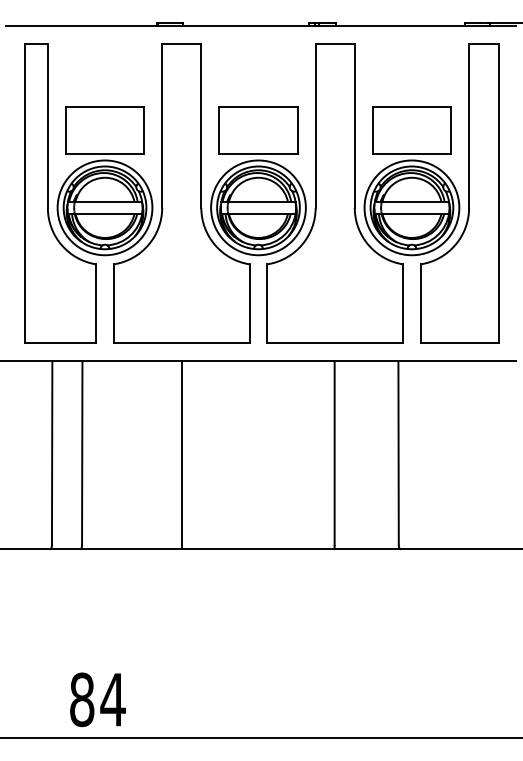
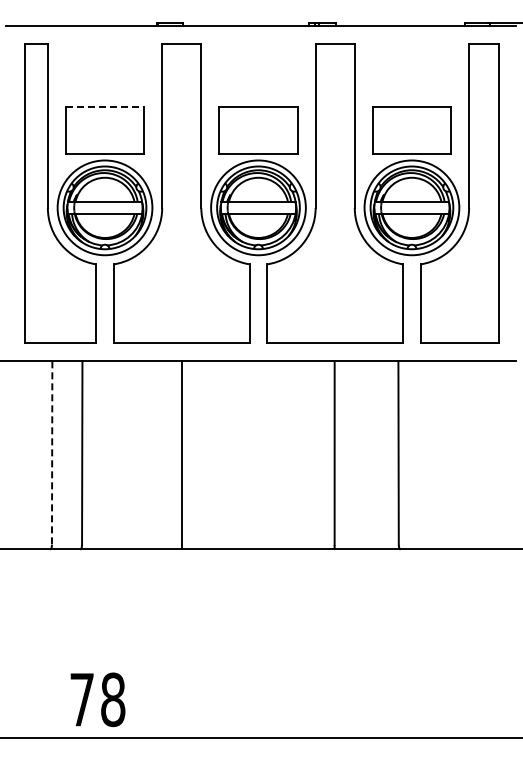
line at (105, 107): solid -> dashed
line at (52, 453): solid -> dashed
text at (97, 699): 84 -> 78
